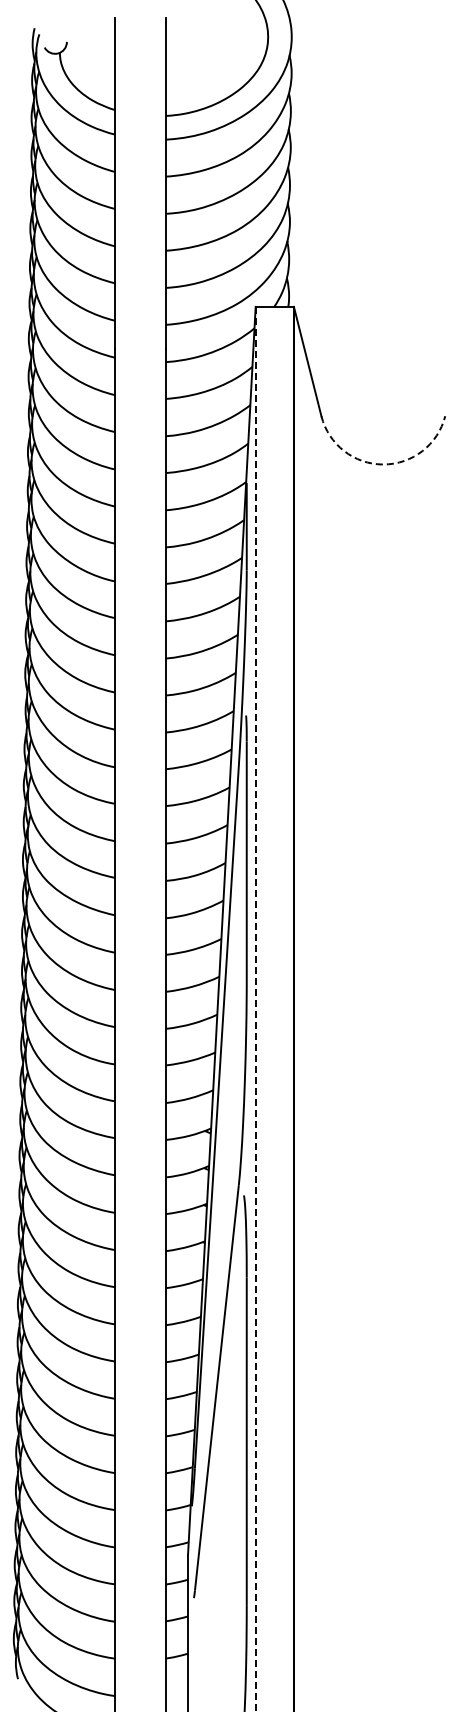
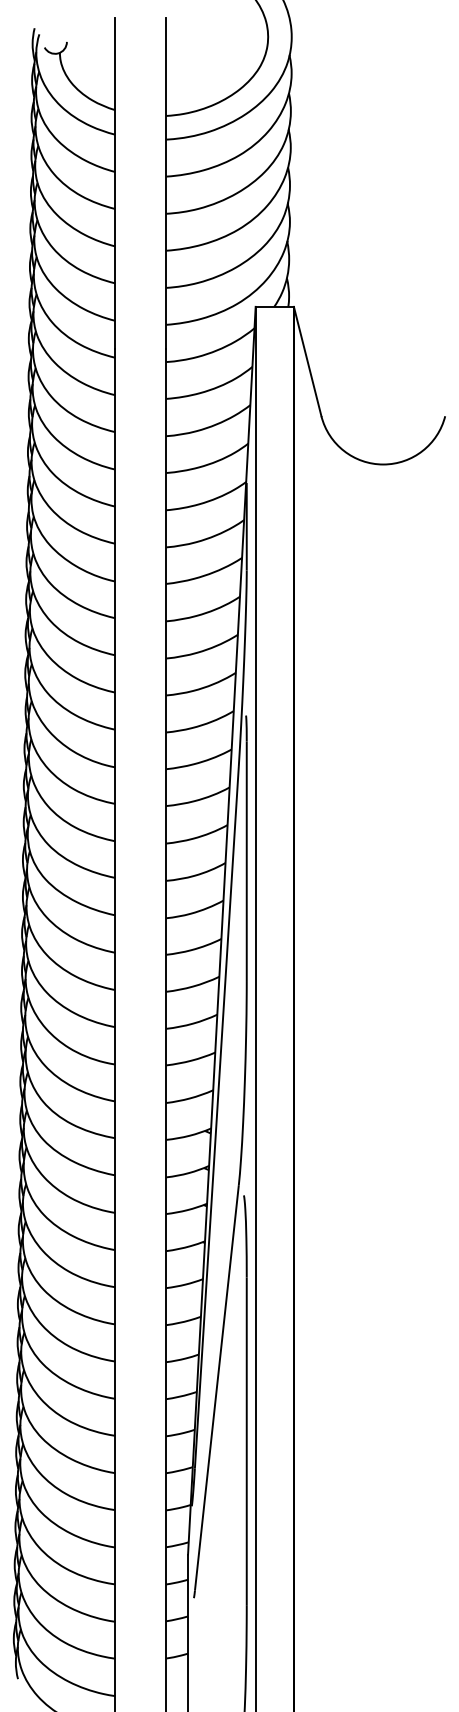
arc at (383, 464): dashed -> solid
line at (255, 1009): dashed -> solid
